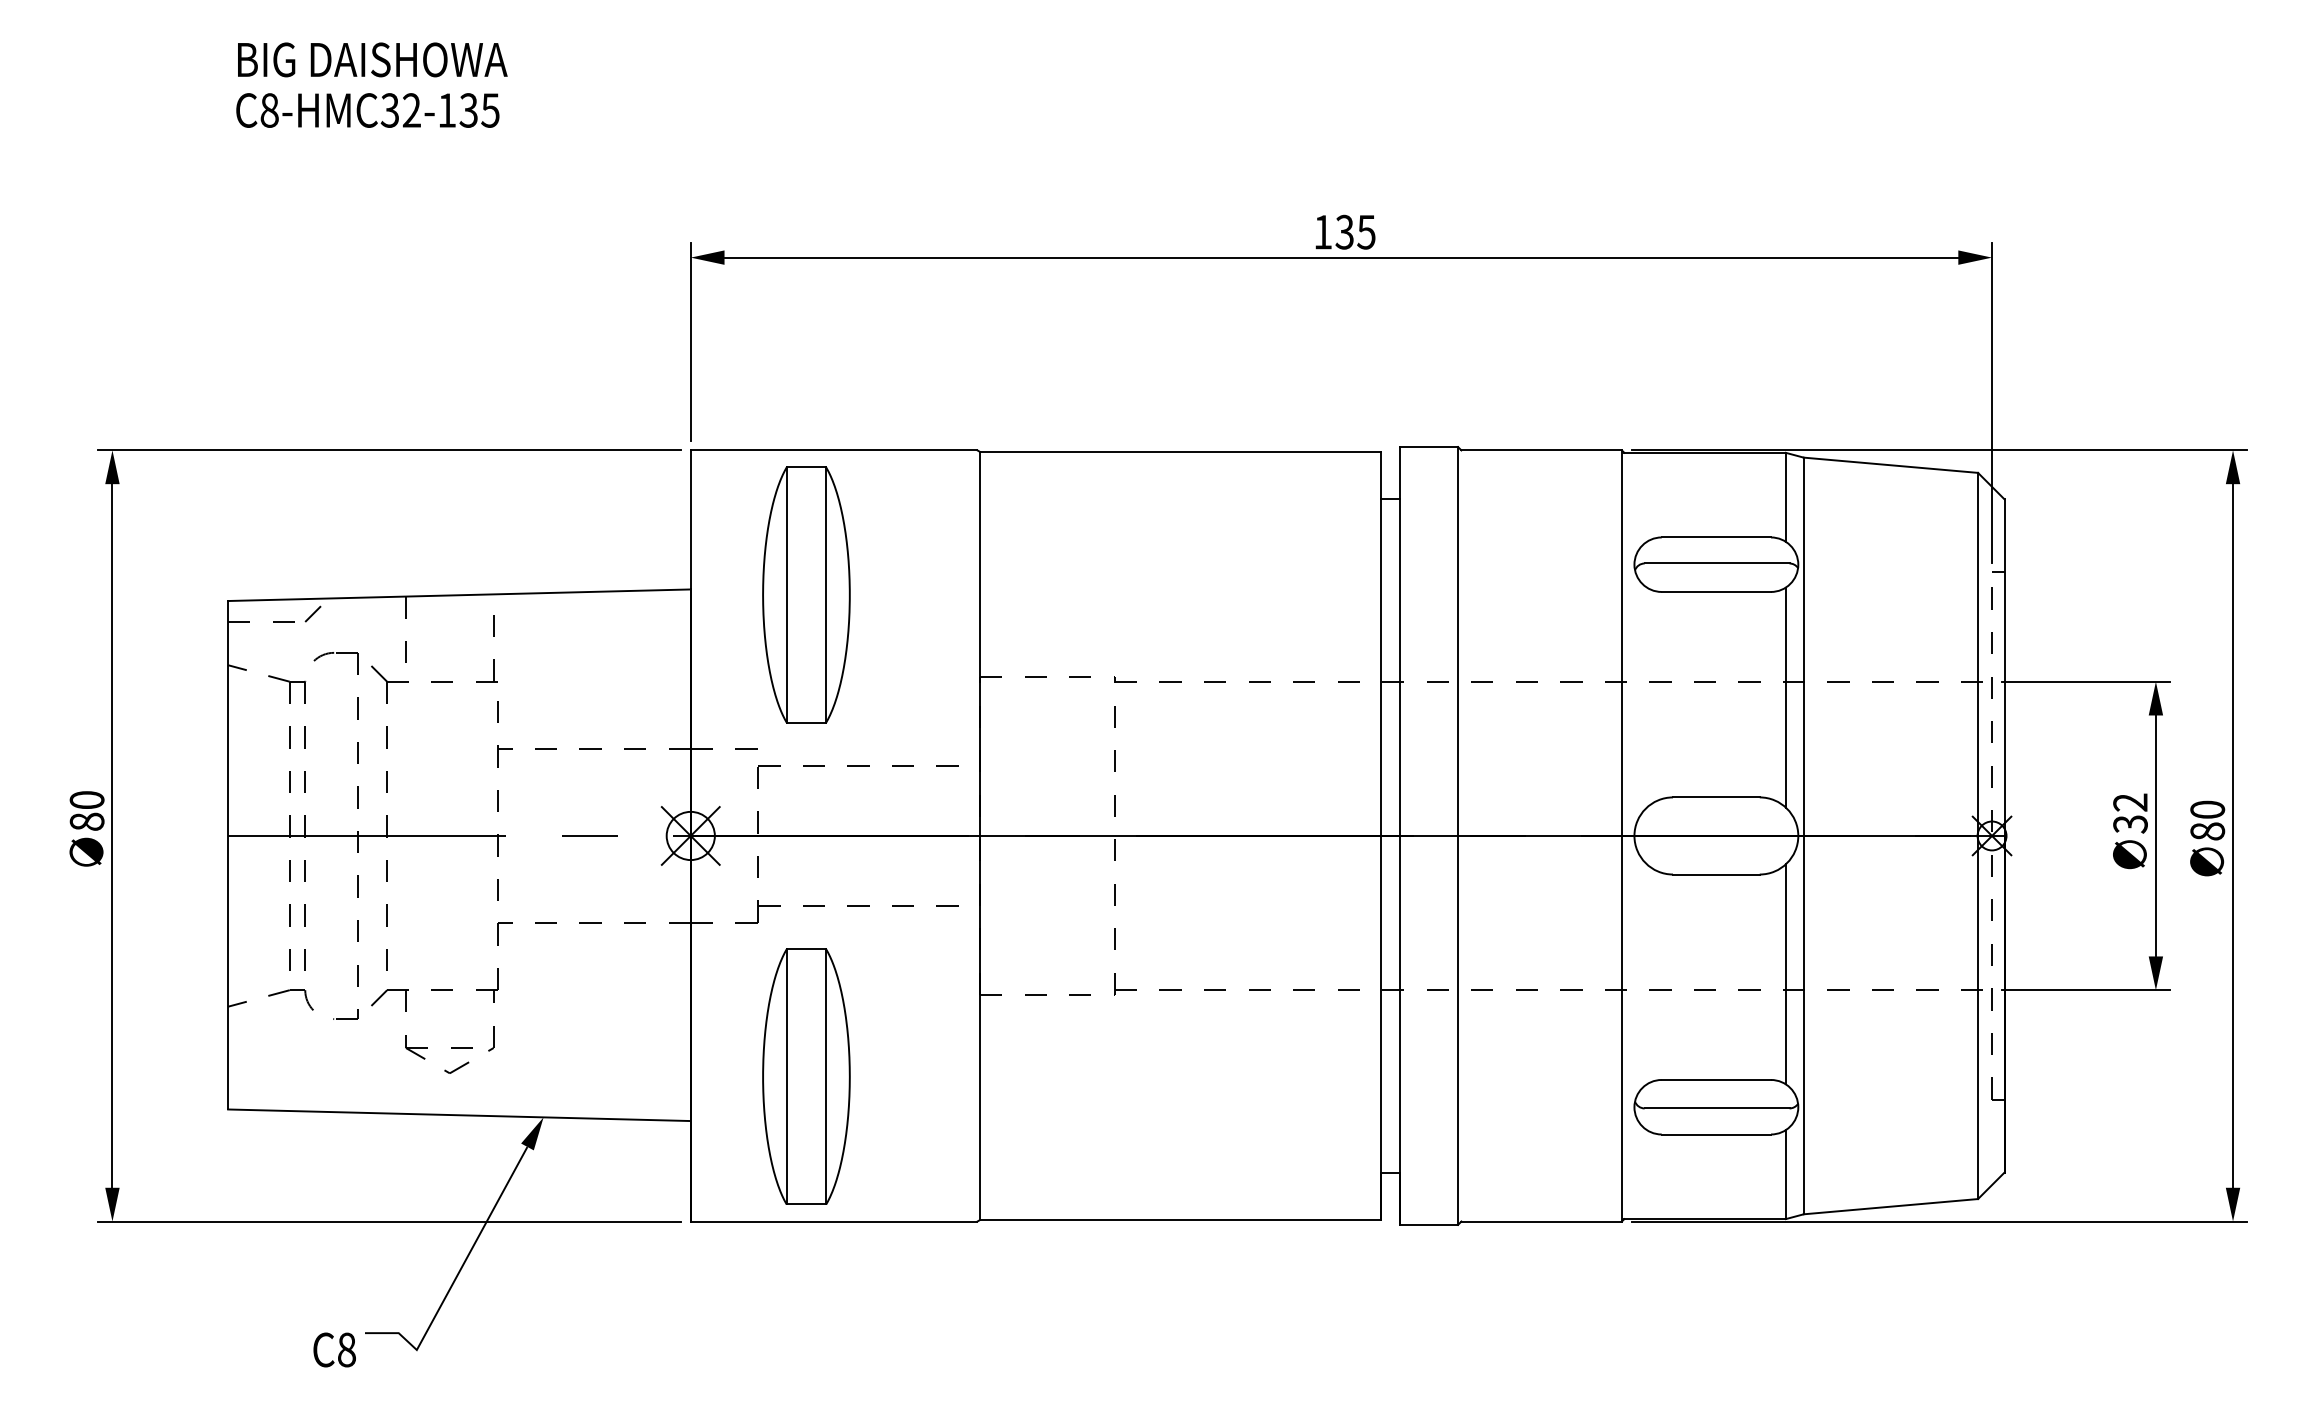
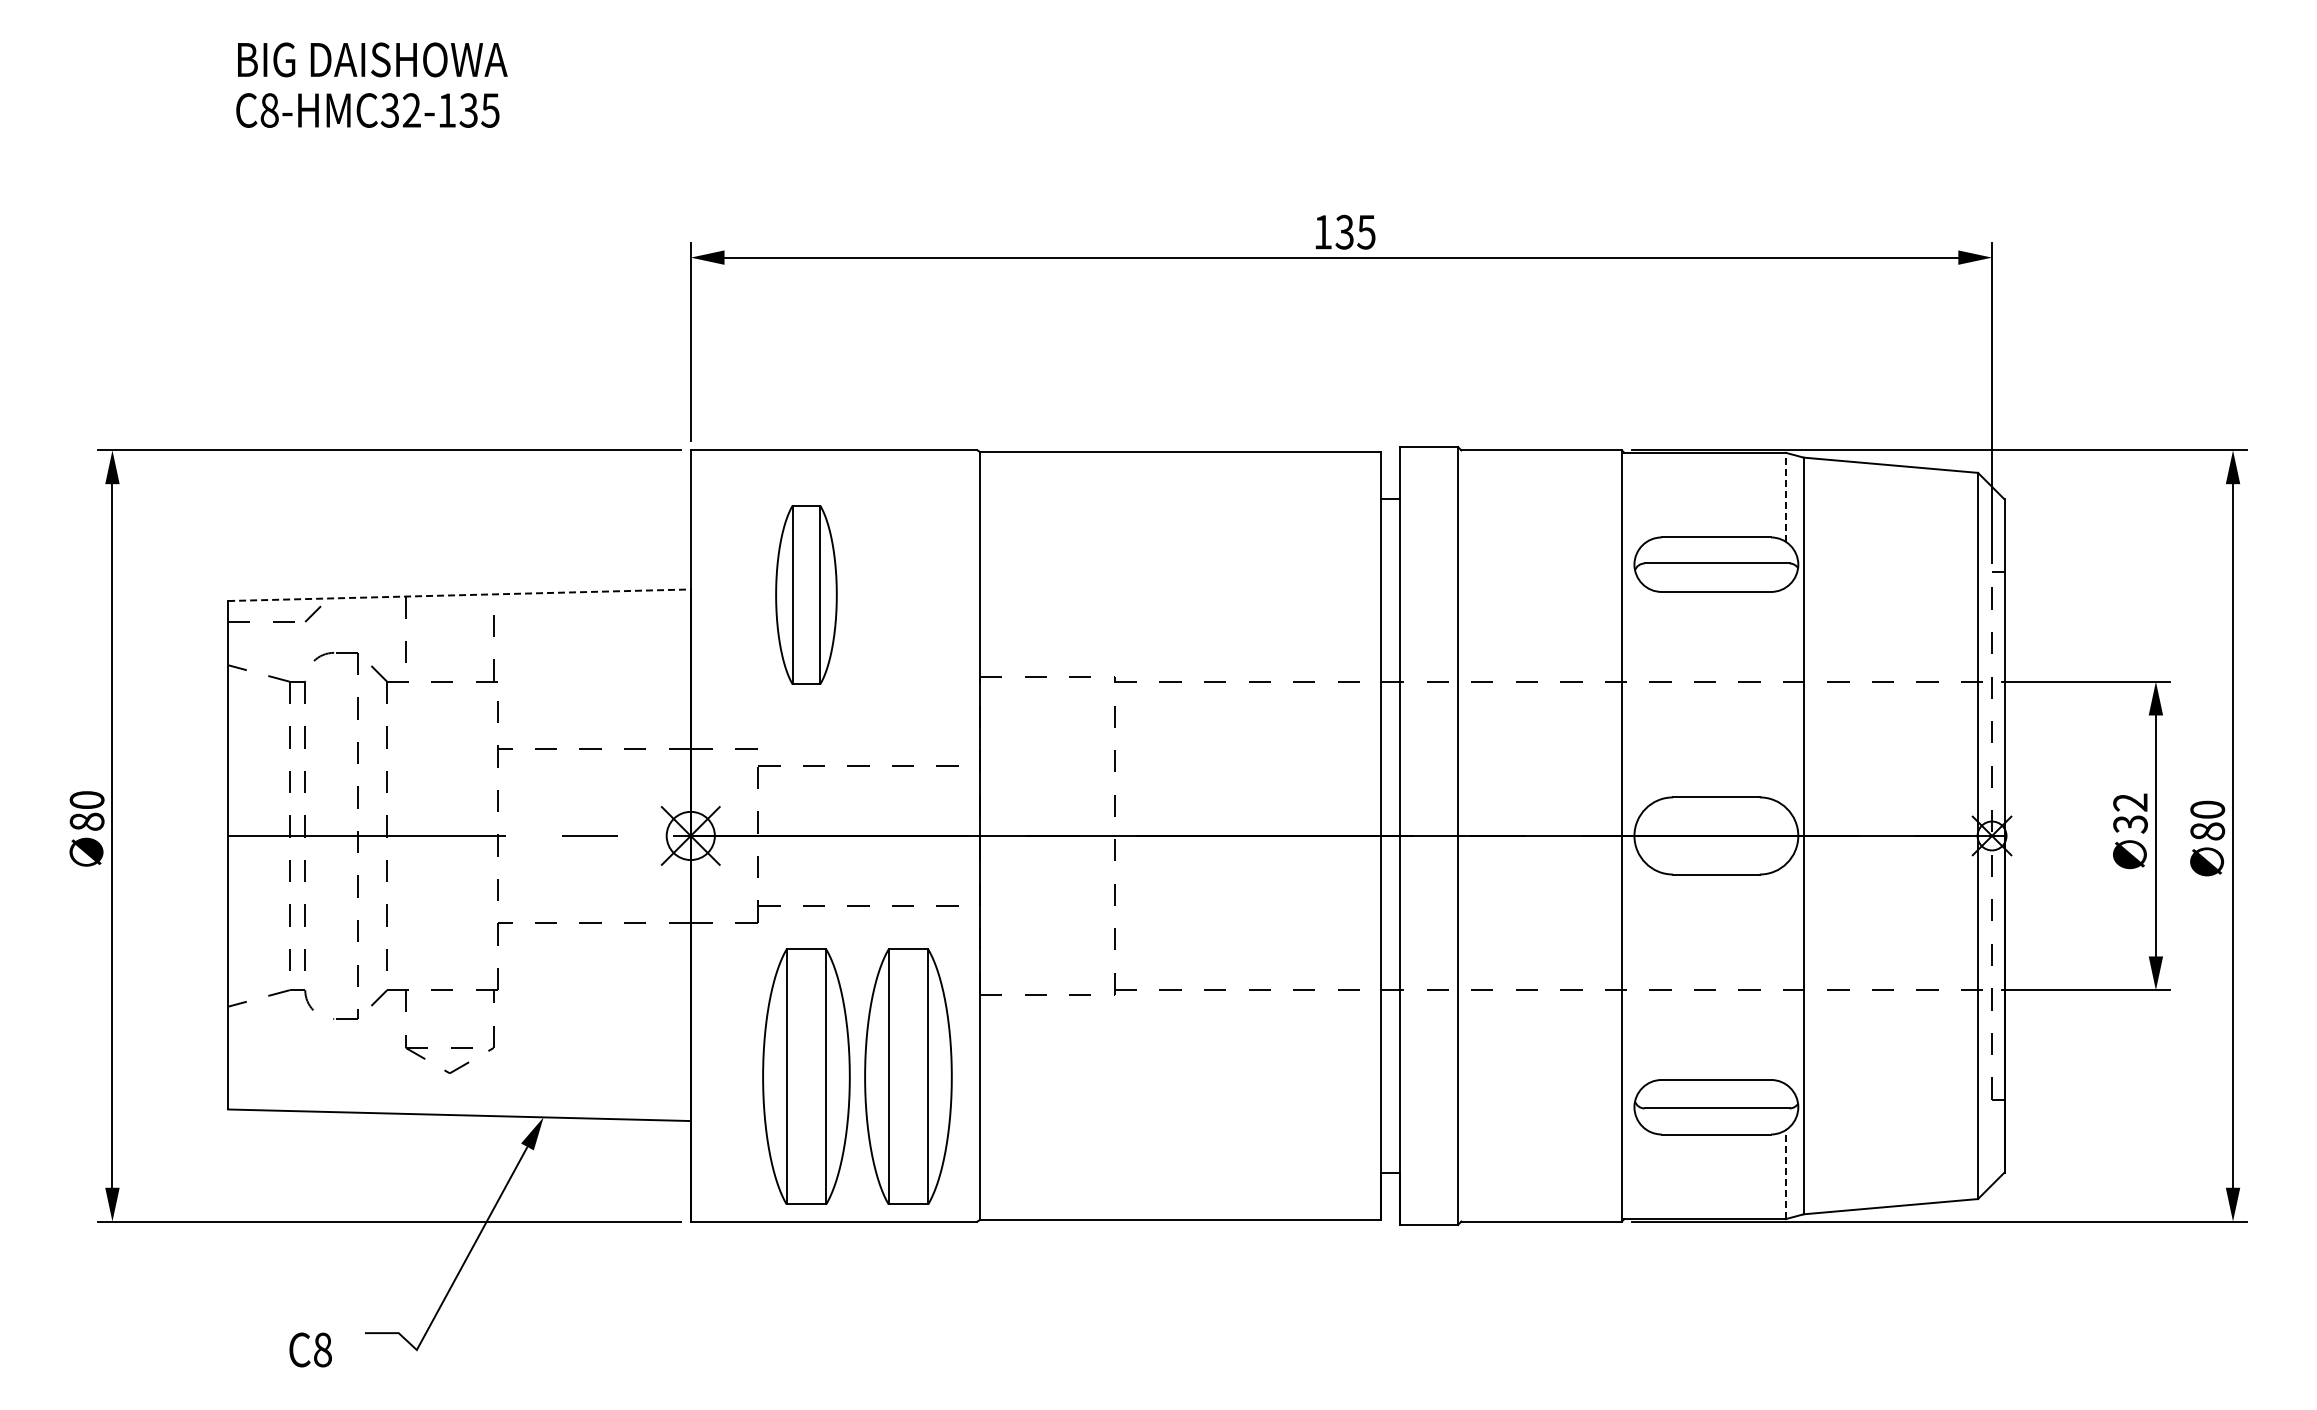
line at (1785, 496): solid -> dashed
part at (806, 594) size: 89x258 px -> 63x180 px
line at (459, 595): solid -> dashed
line at (1785, 697): present -> none
line at (1785, 974): present -> none
part at (908, 1076): none -> present
line at (1785, 1174): solid -> dashed
text at (334, 1349) position: (334, 1349) -> (310, 1349)
